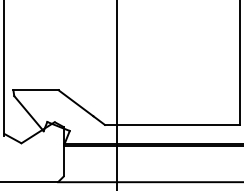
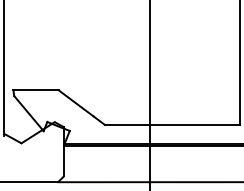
line at (116, 94) position: (116, 94) -> (149, 94)
